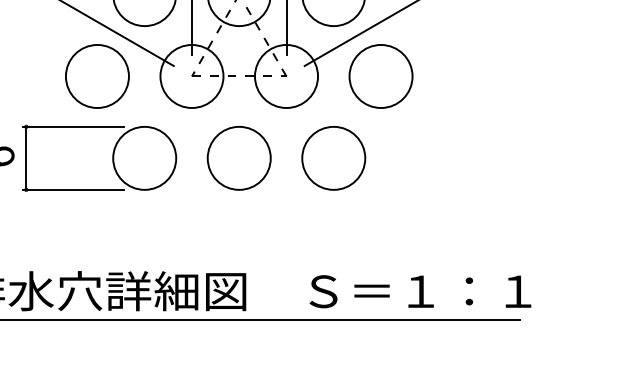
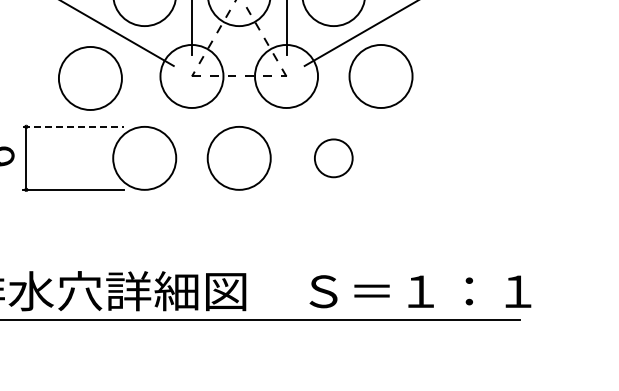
circle at (97, 76) position: (97, 76) -> (90, 78)
line at (73, 126): solid -> dashed
circle at (333, 157) diameter: 63 px -> 38 px
